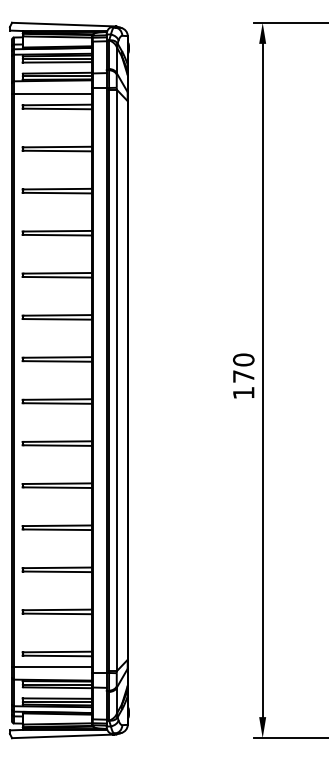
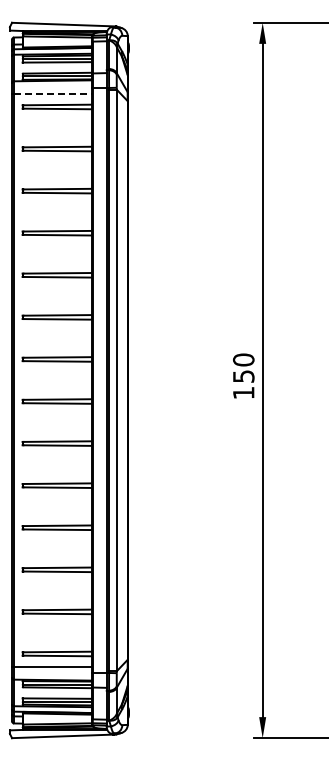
line at (53, 94): solid -> dashed
text at (243, 376): 170 -> 150
